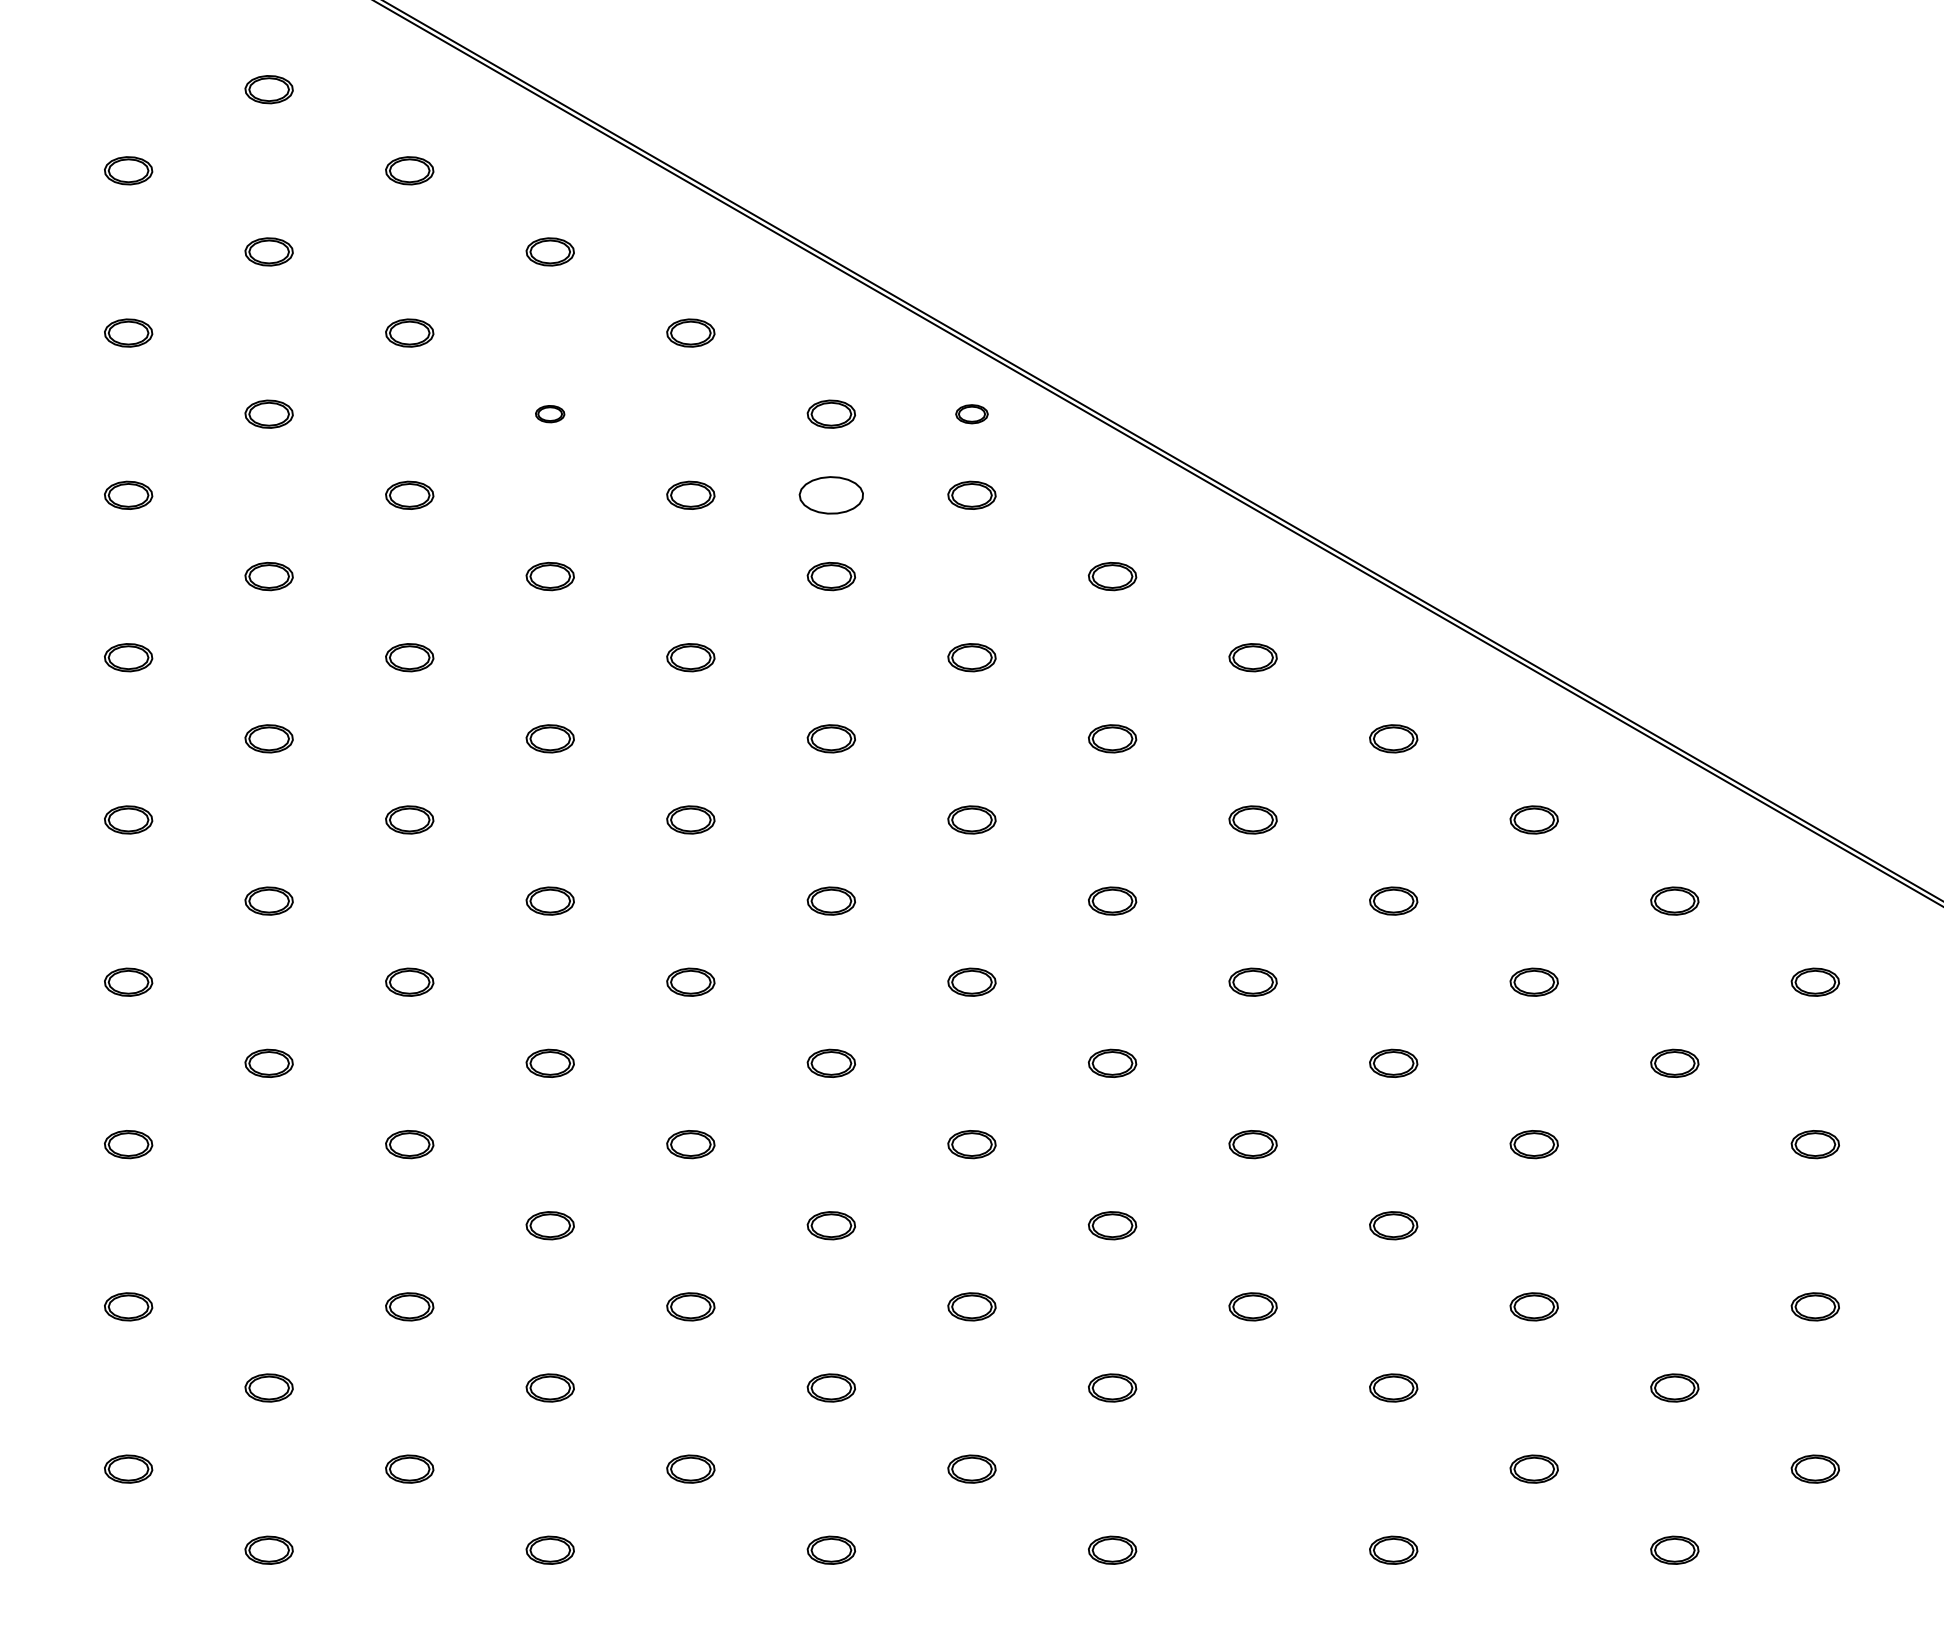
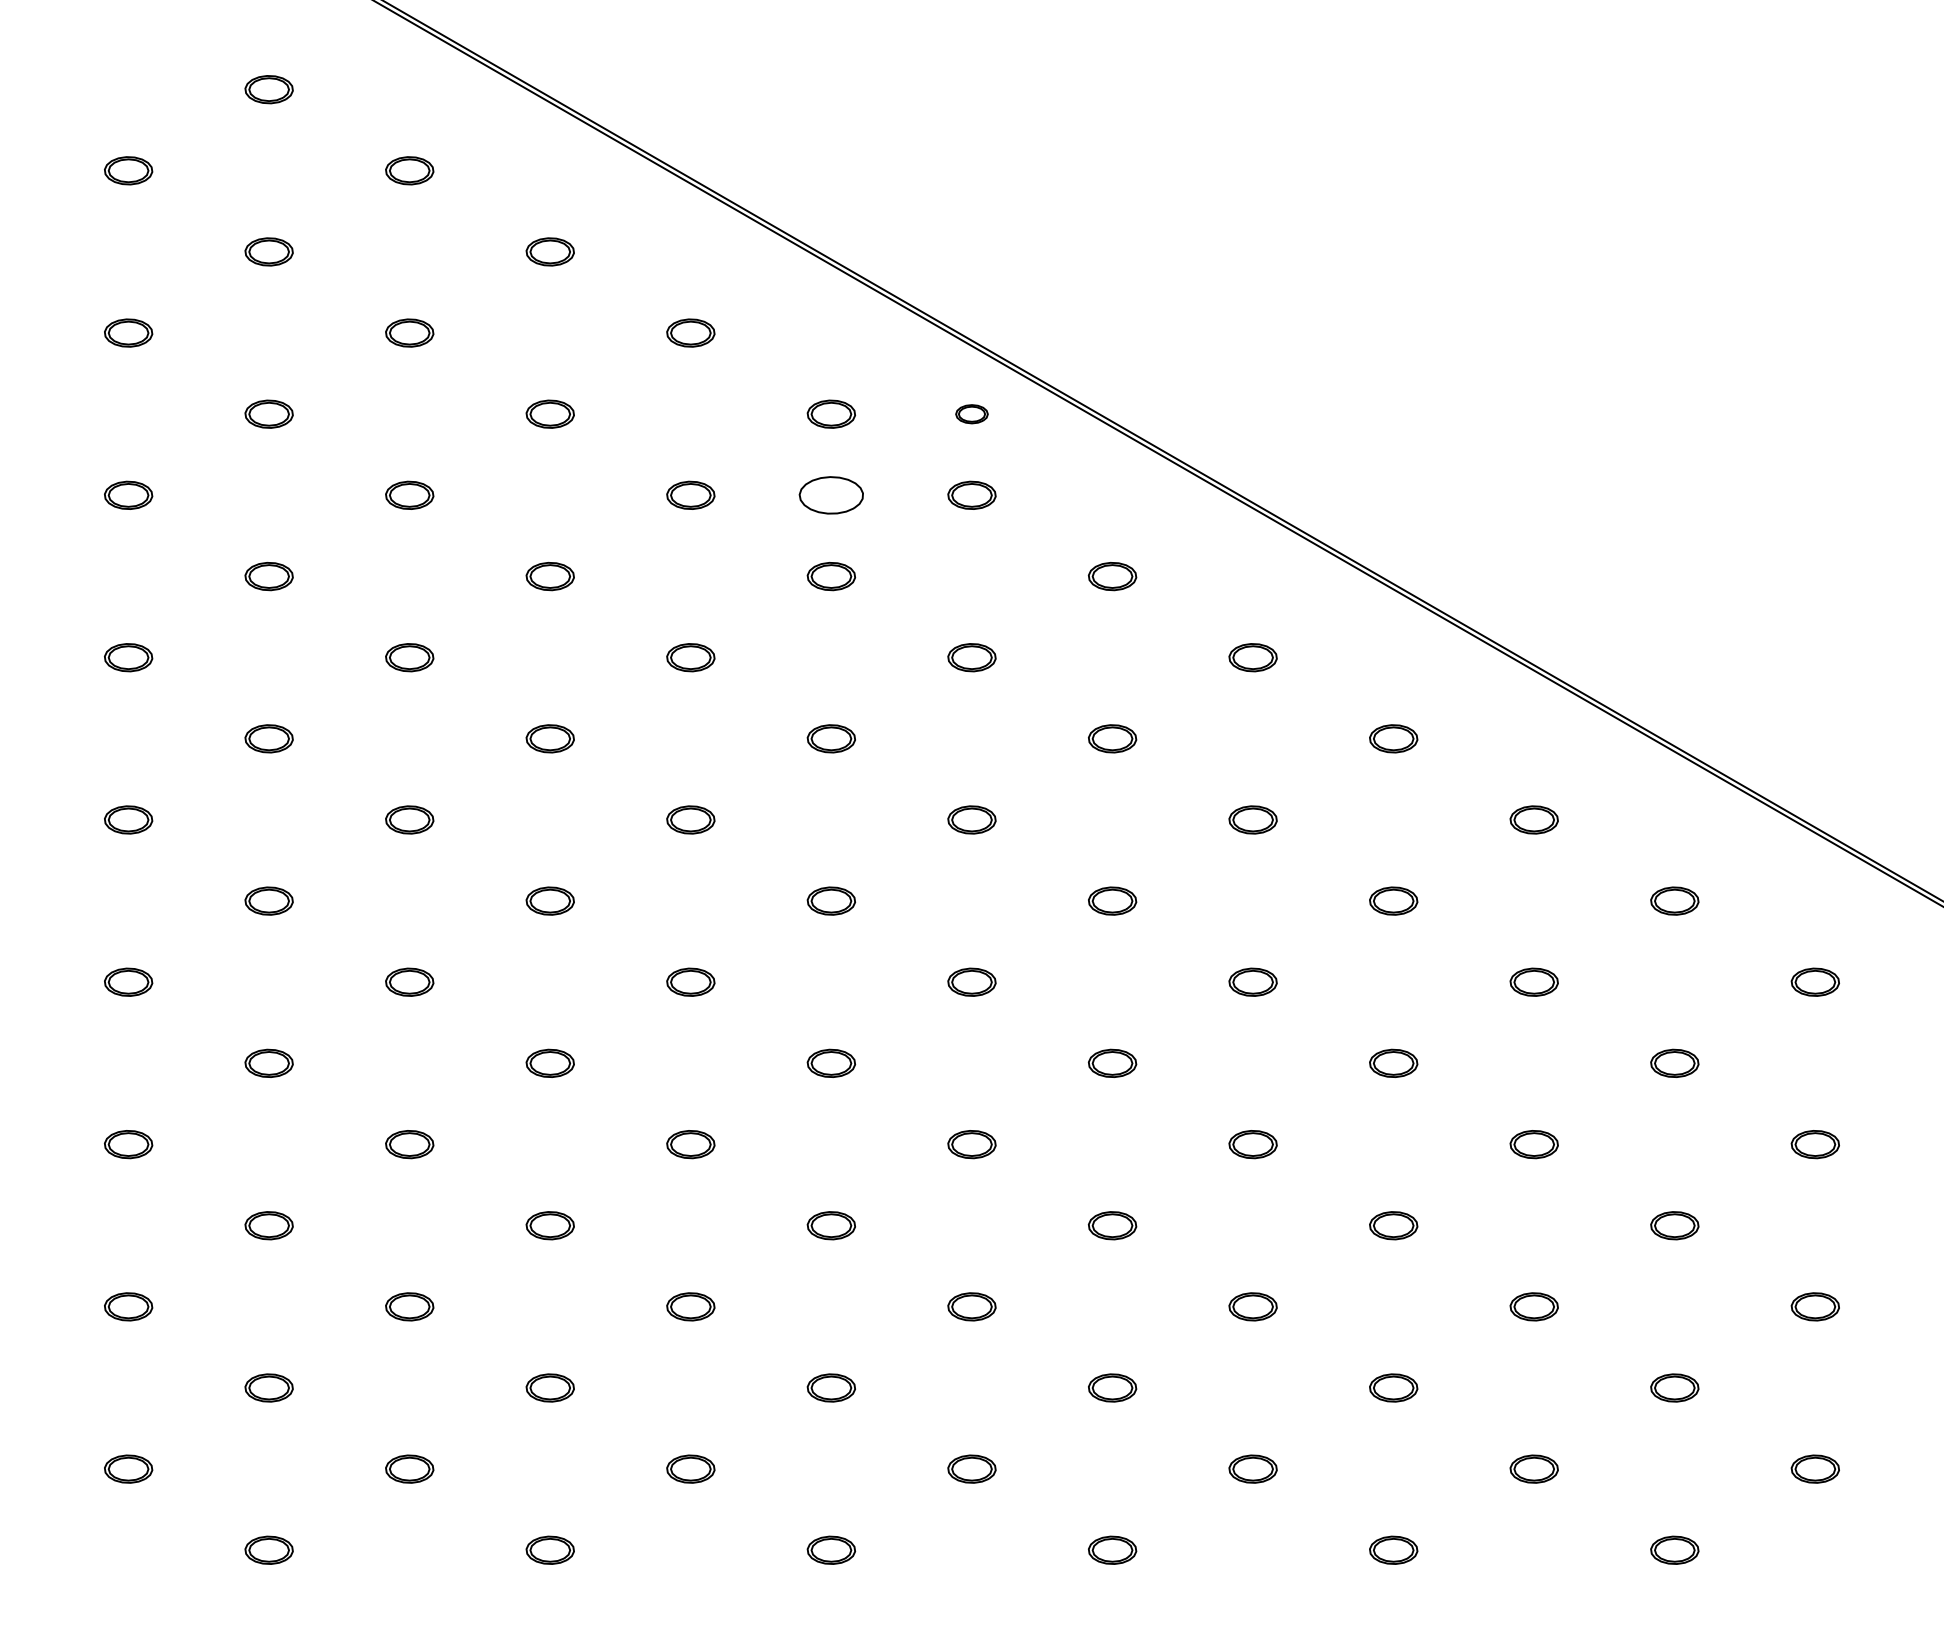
part at (550, 414) size: 31x19 px -> 50x30 px
part at (268, 1225): none -> present
part at (1674, 1225): none -> present
part at (1252, 1468): none -> present
